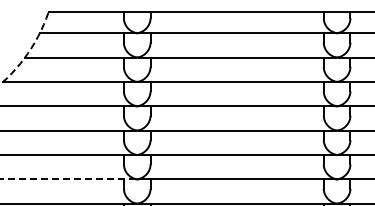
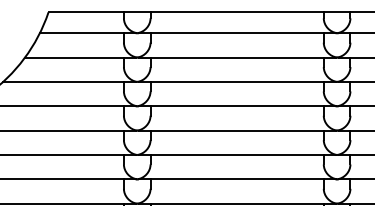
arc at (29, 50): dashed -> solid
line at (67, 179): dashed -> solid
